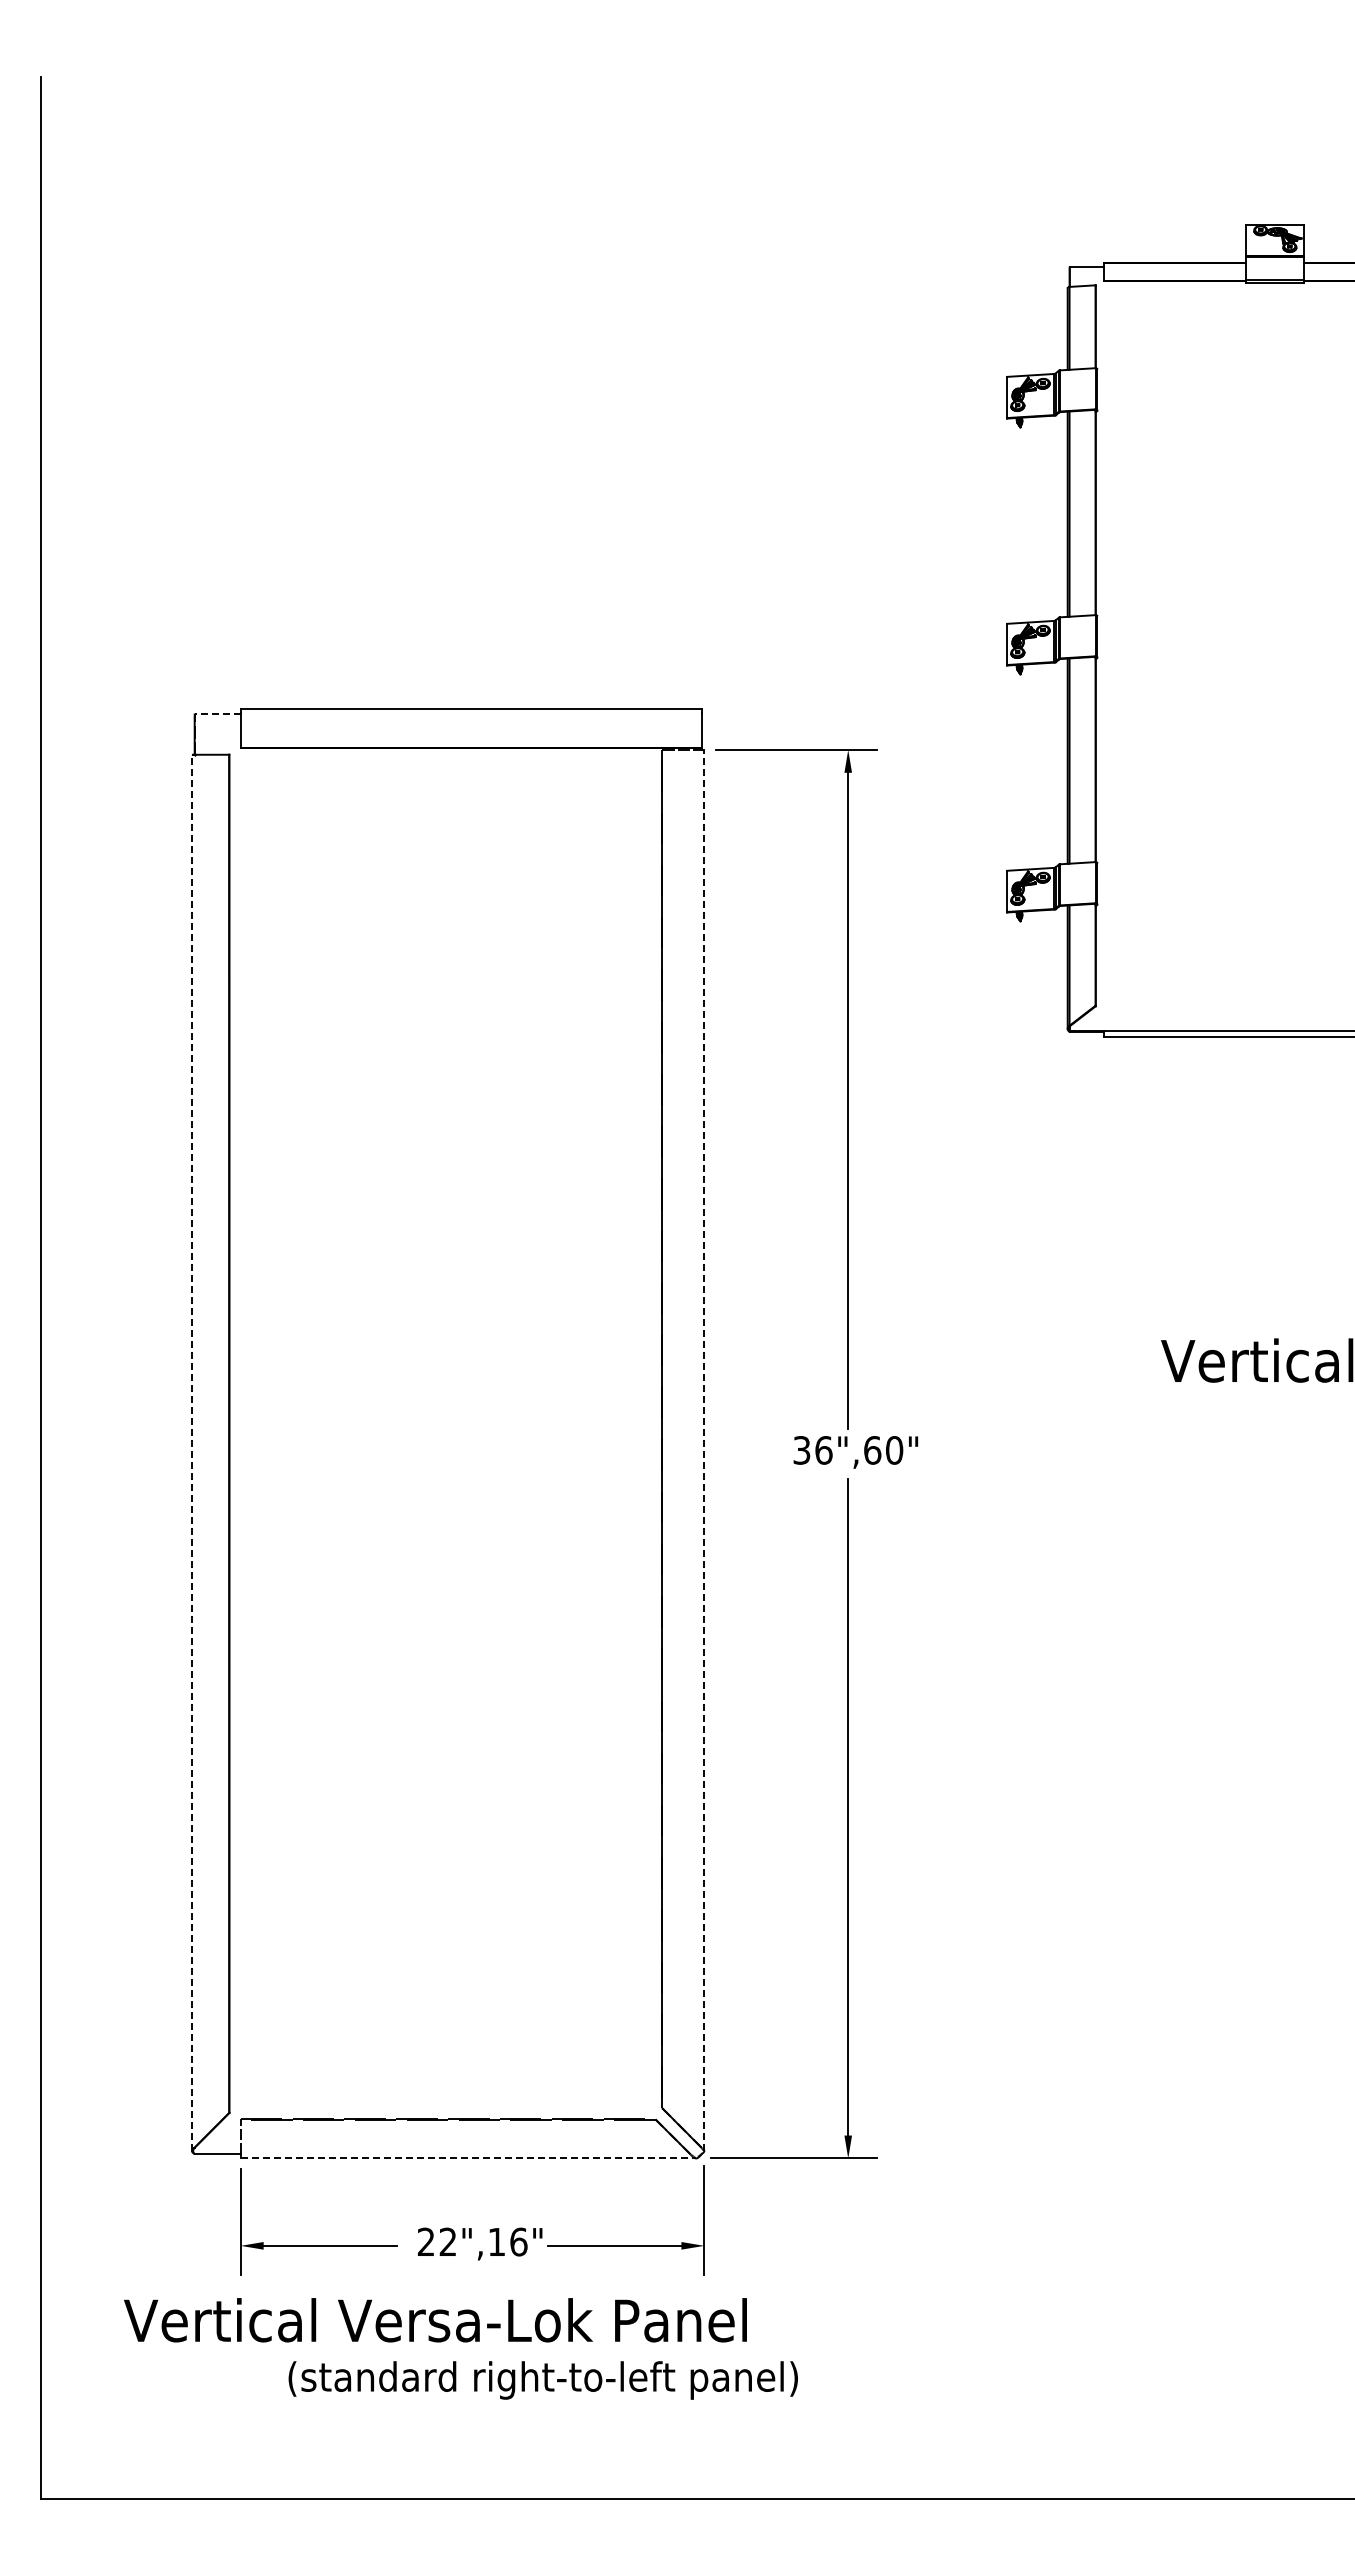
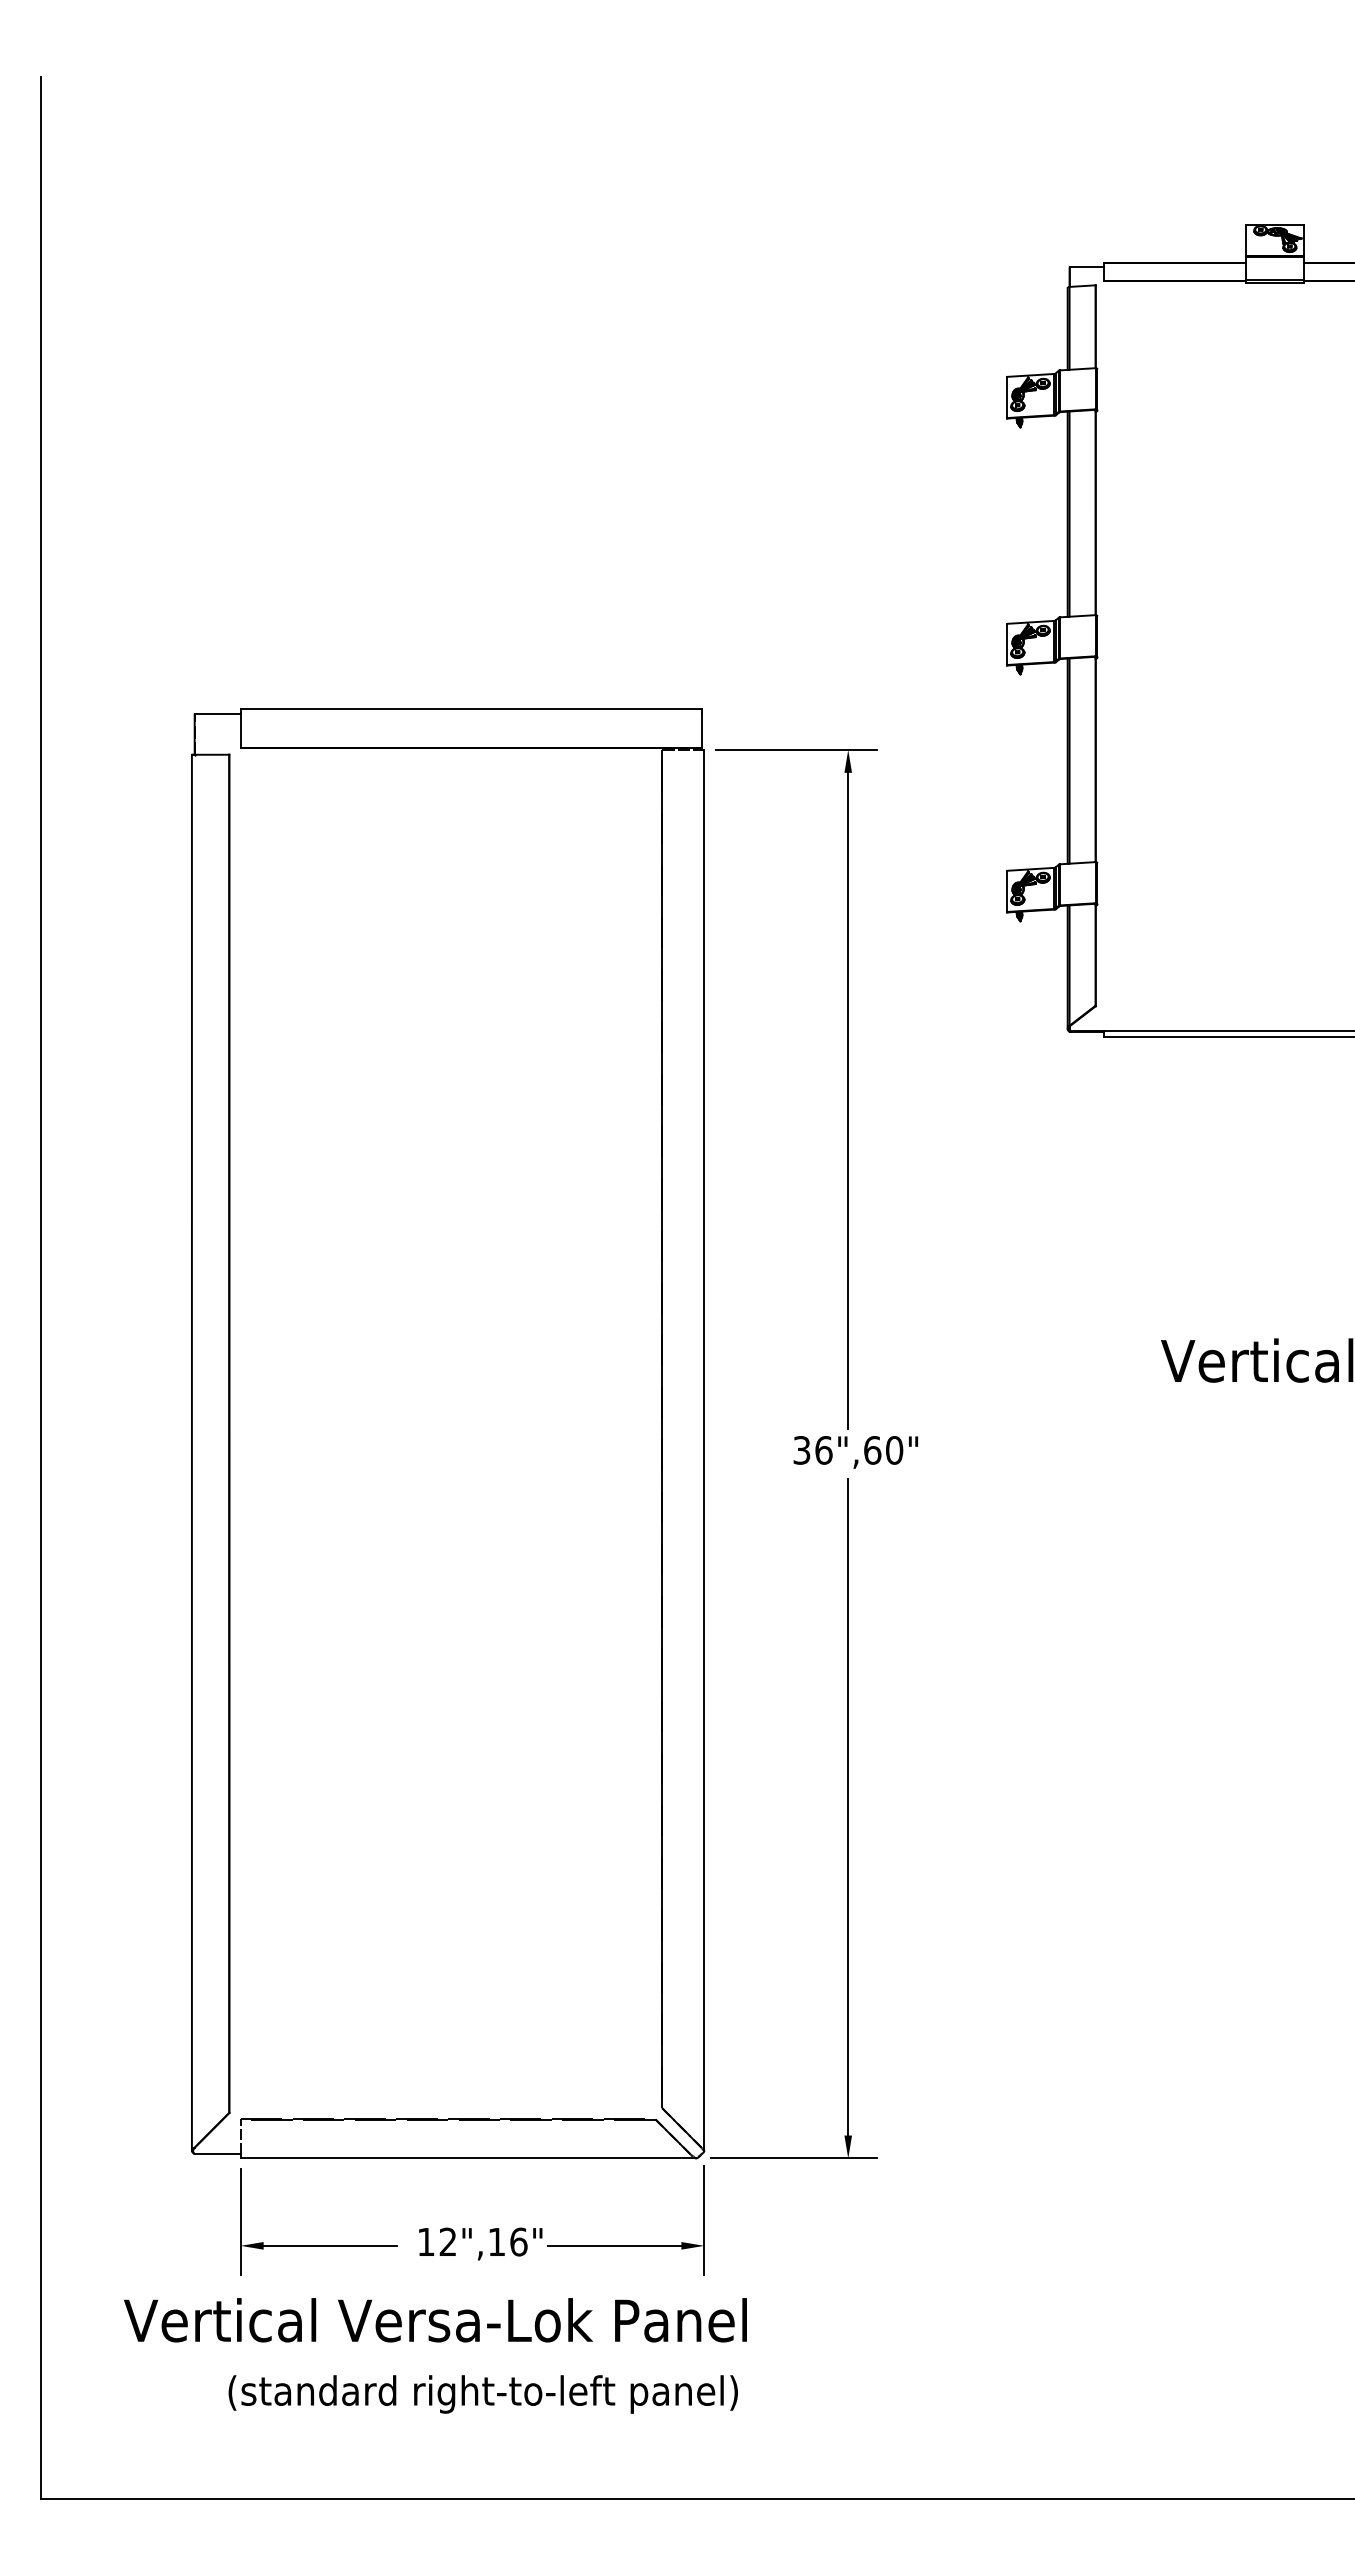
line at (217, 713): dashed -> solid
line at (704, 1450): dashed -> solid
line at (191, 1452): dashed -> solid
line at (468, 2158): dashed -> solid
text at (425, 2241): 22",16" -> 12",16"
text at (542, 2380) position: (542, 2380) -> (482, 2394)
